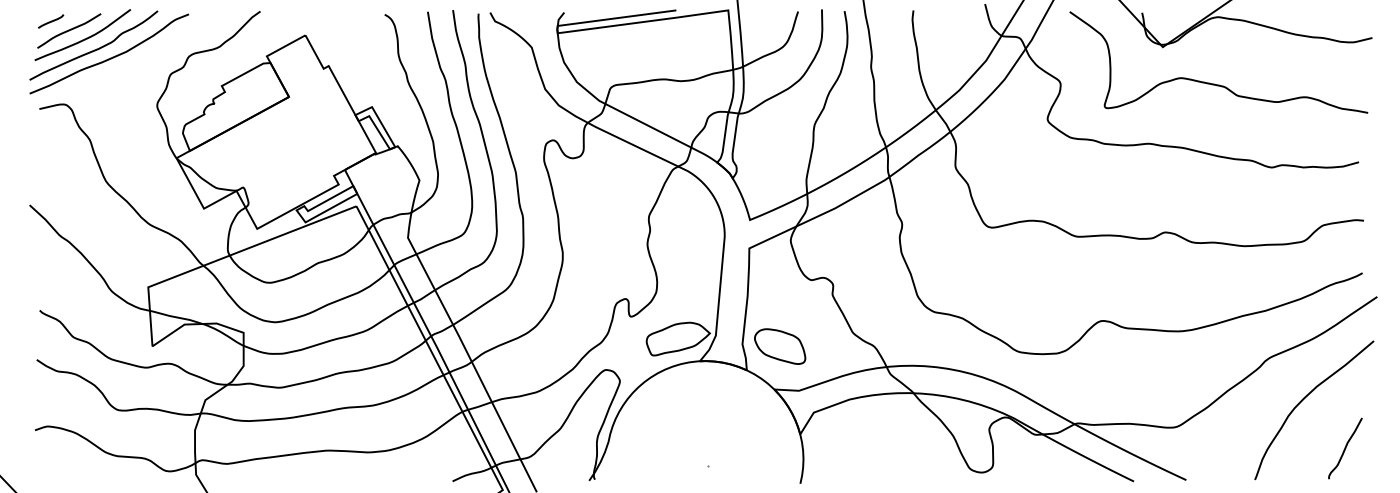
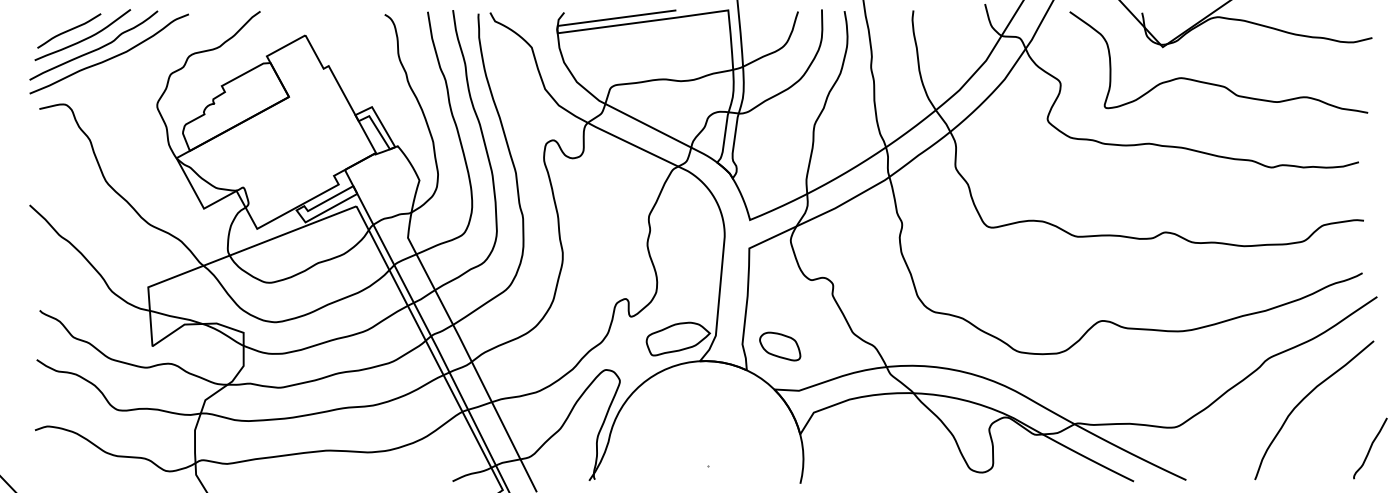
line at (51, 21): present -> none
part at (780, 346) size: 53x37 px -> 43x31 px
curve at (1345, 448) position: (1345, 448) -> (1370, 448)
